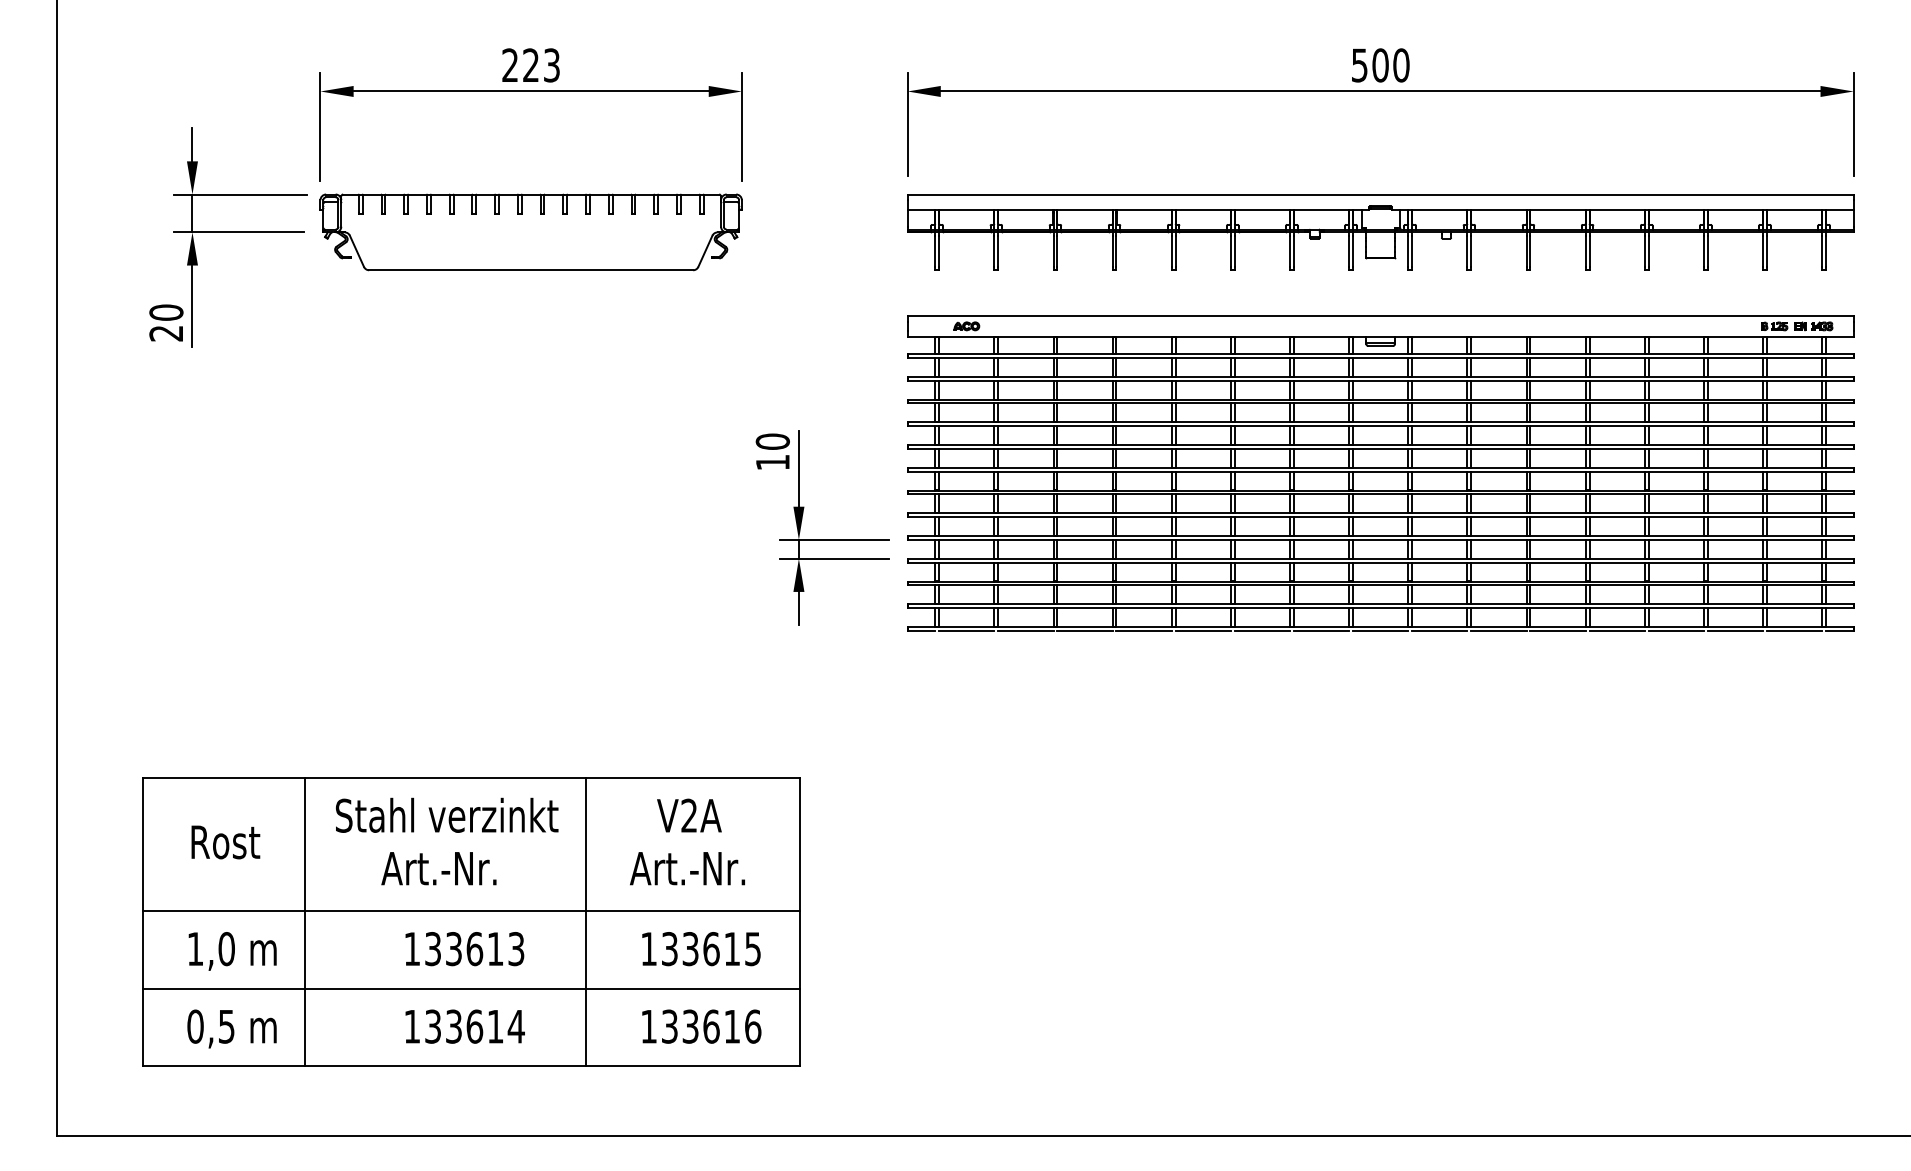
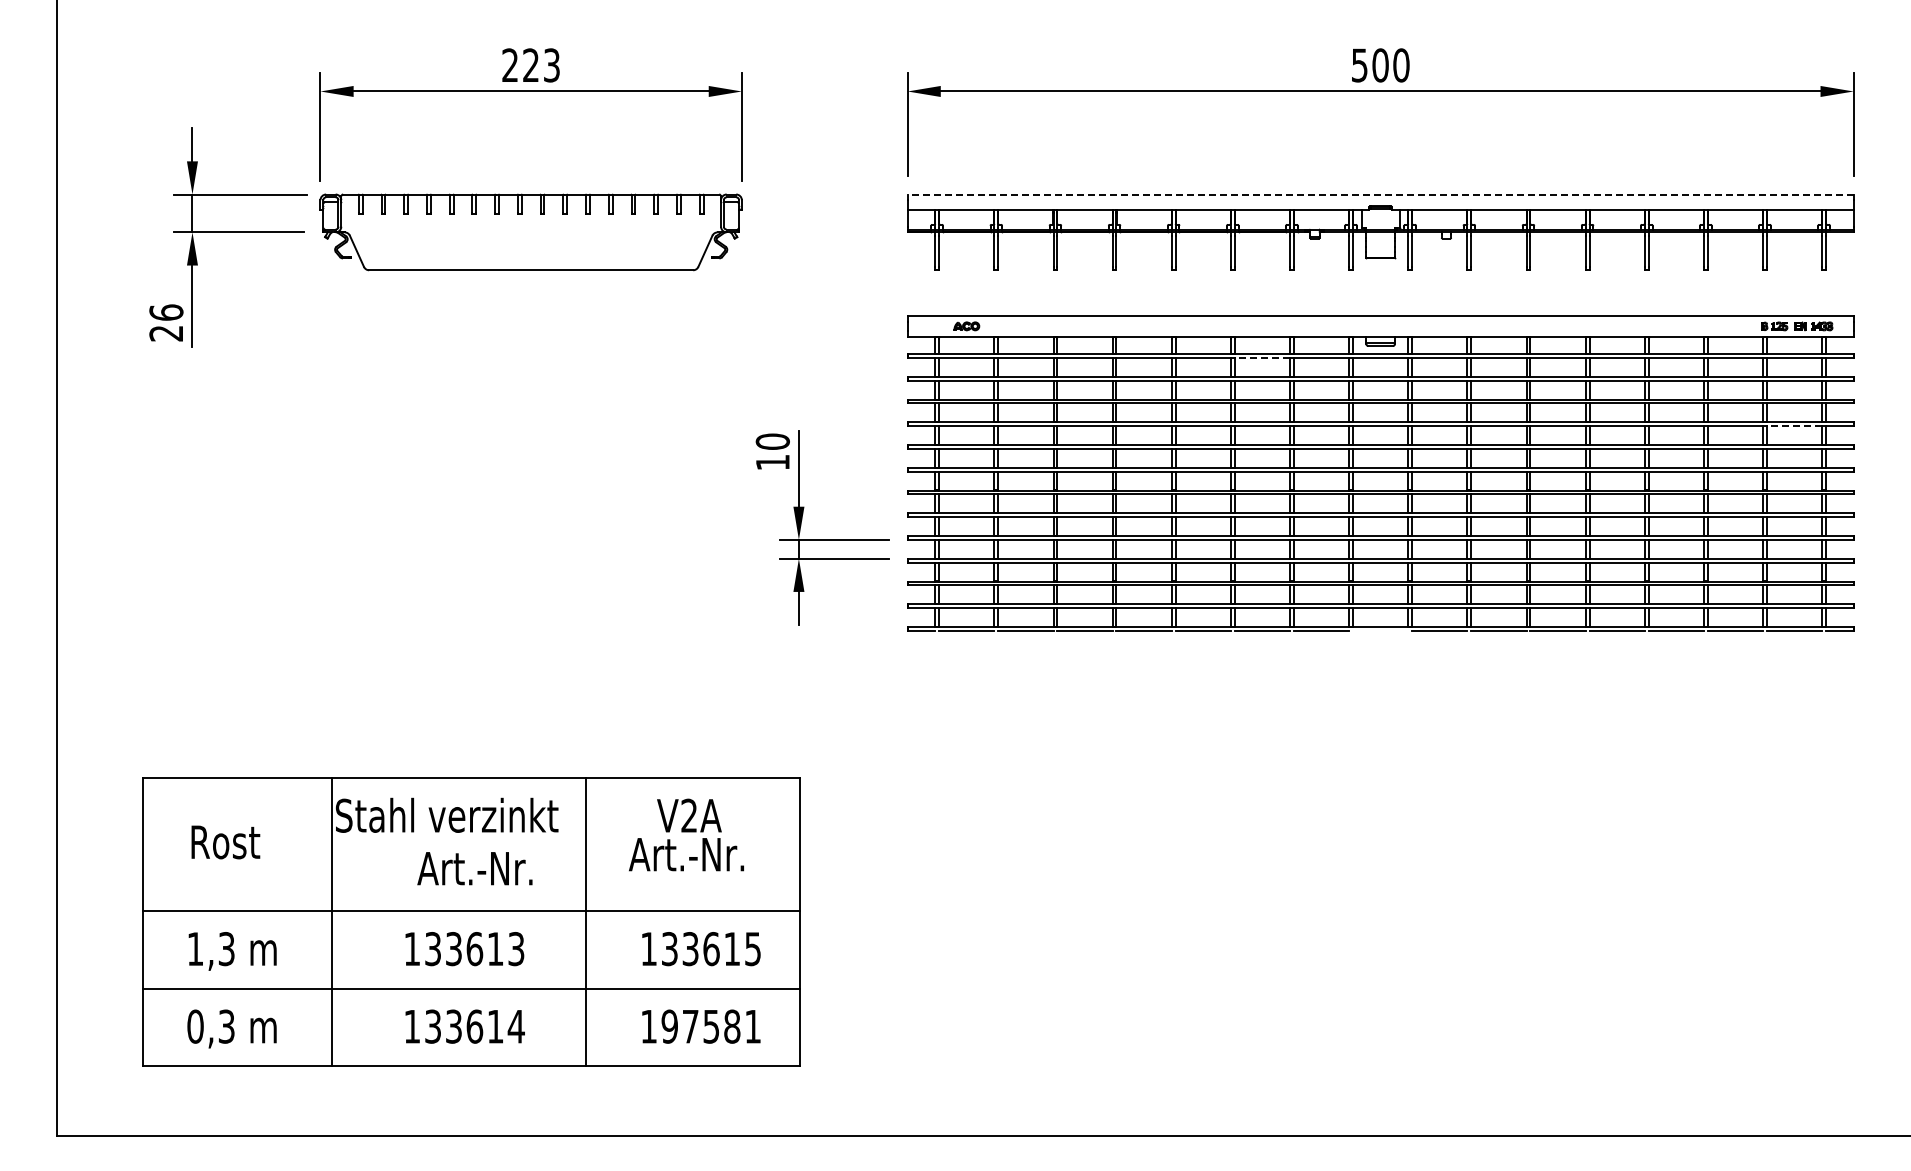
line at (1380, 194): solid -> dashed
text at (166, 312): 20 -> 26
line at (1262, 358): solid -> dashed
line at (1794, 426): solid -> dashed
line at (1380, 630): present -> none
text at (438, 868) position: (438, 868) -> (474, 868)
text at (687, 868) position: (687, 868) -> (686, 854)
line at (304, 921) position: (304, 921) -> (331, 921)
text at (226, 949): 1,0 -> 1,3
text at (226, 1026): 0,5 -> 0,3
text at (711, 1026): 133616 -> 197581
